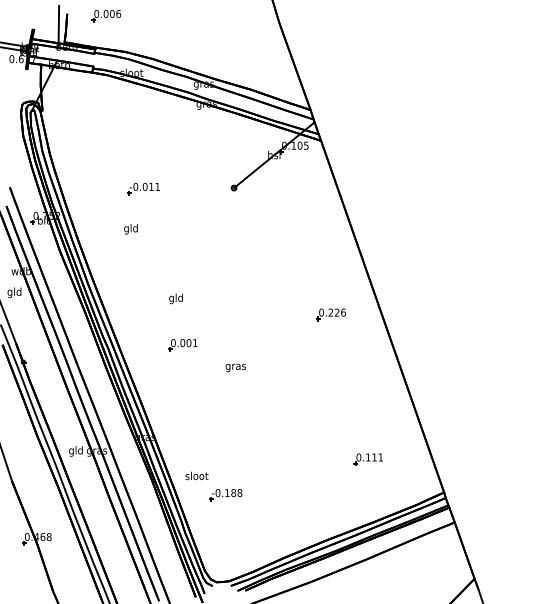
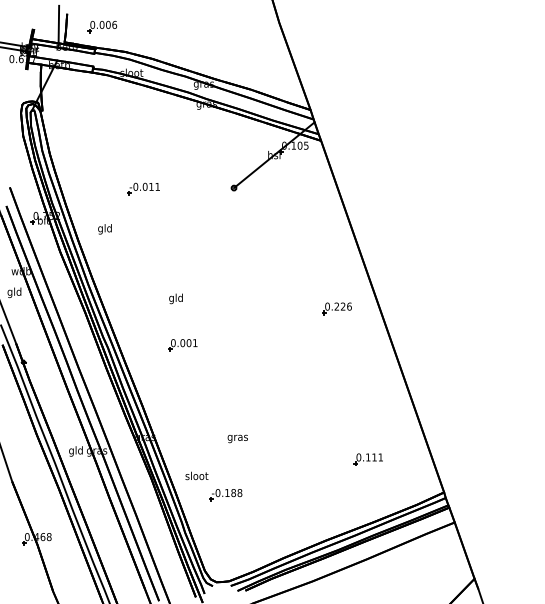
part at (106, 15) position: (106, 15) -> (102, 26)
text at (130, 229) position: (130, 229) -> (104, 229)
part at (330, 314) position: (330, 314) -> (336, 308)
text at (235, 367) position: (235, 367) -> (237, 438)
